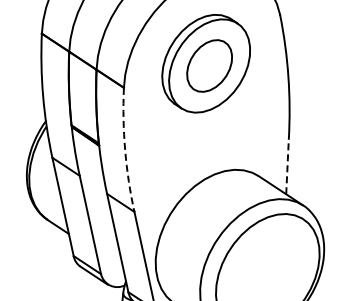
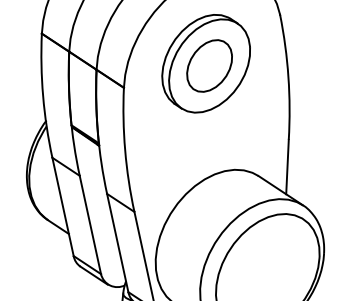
arc at (125, 150): dashed -> solid
line at (287, 166): dashed -> solid
